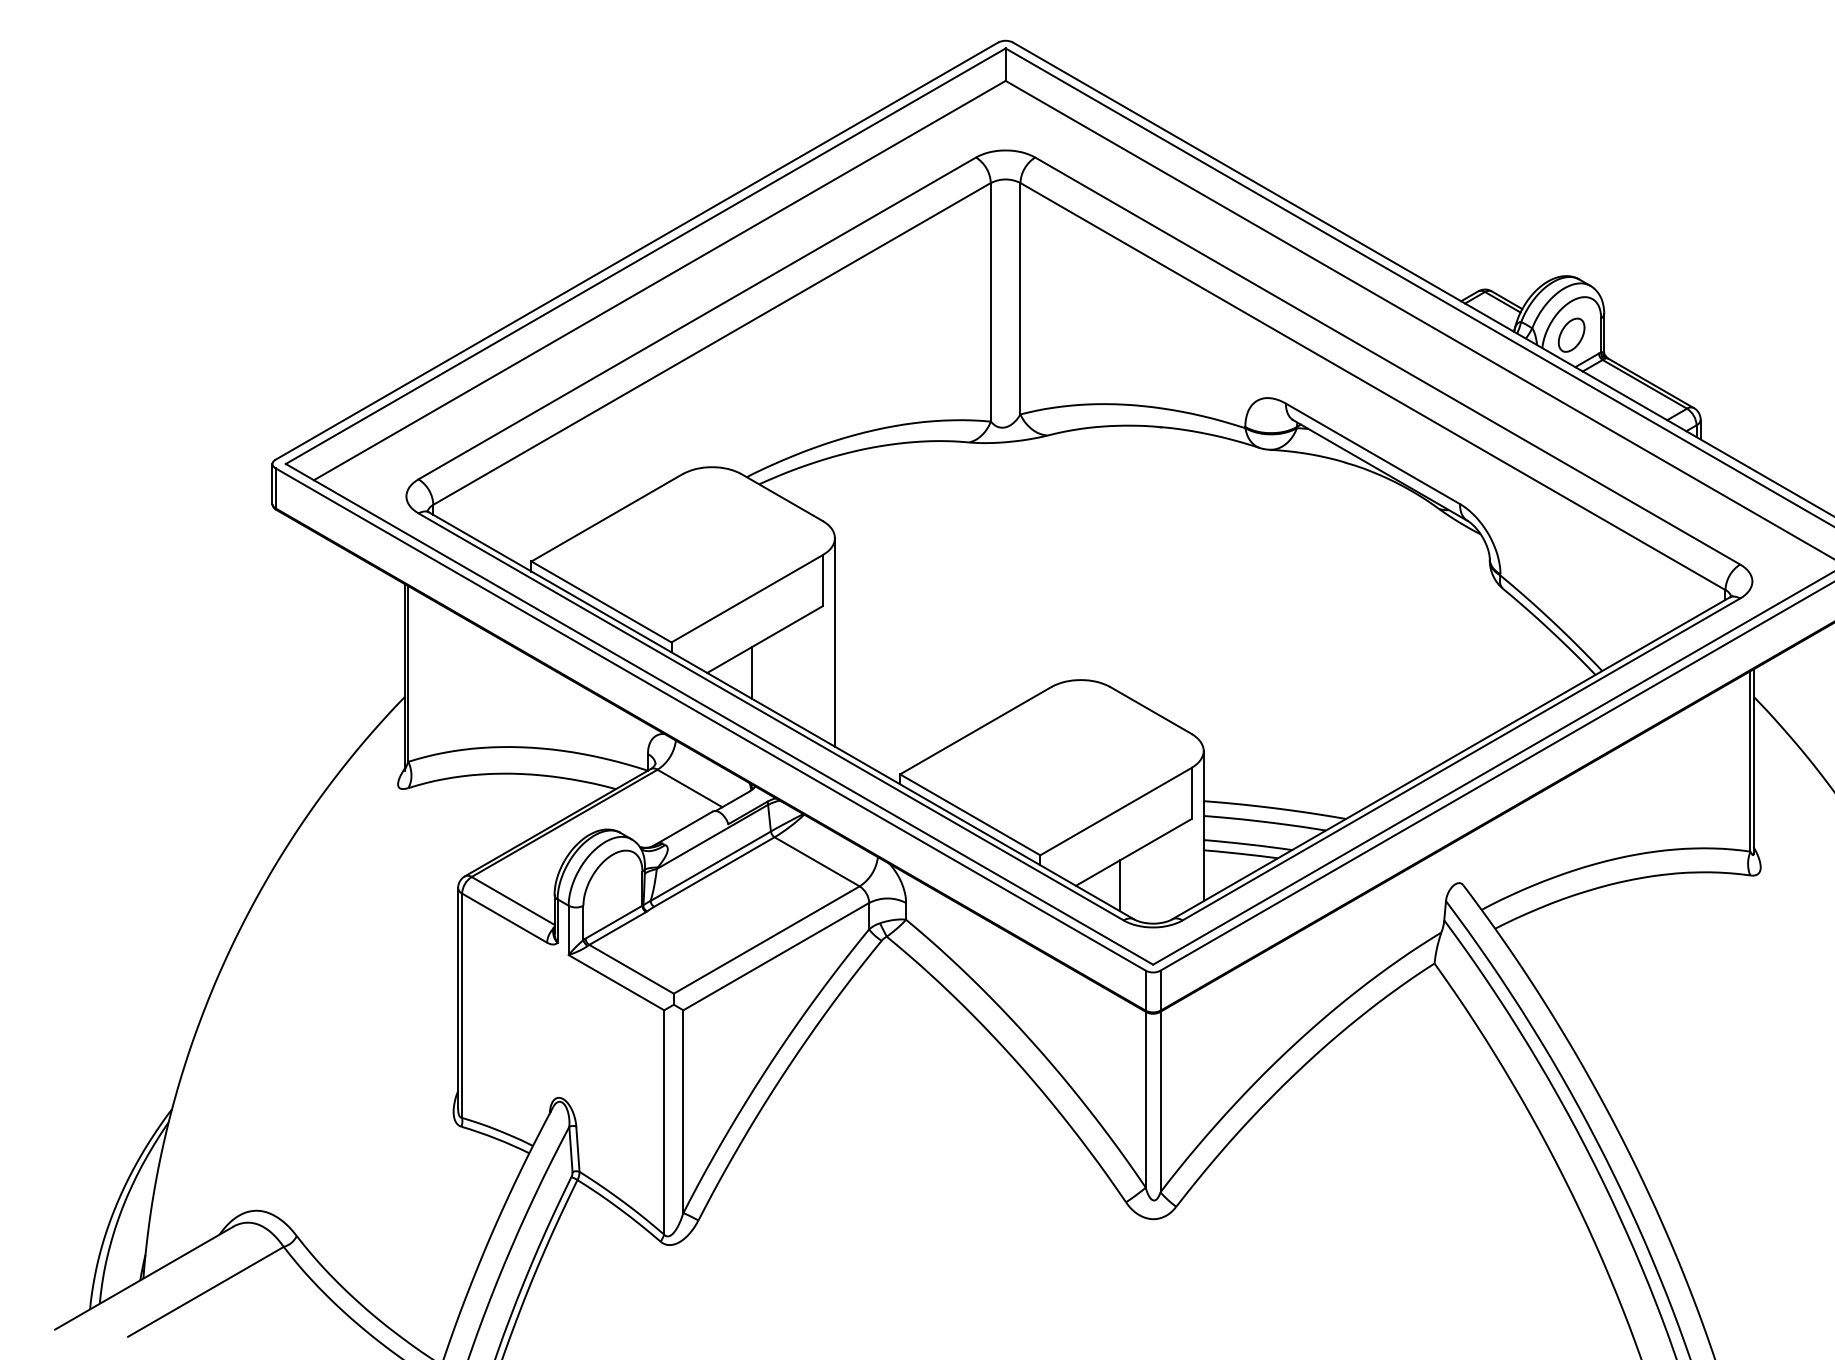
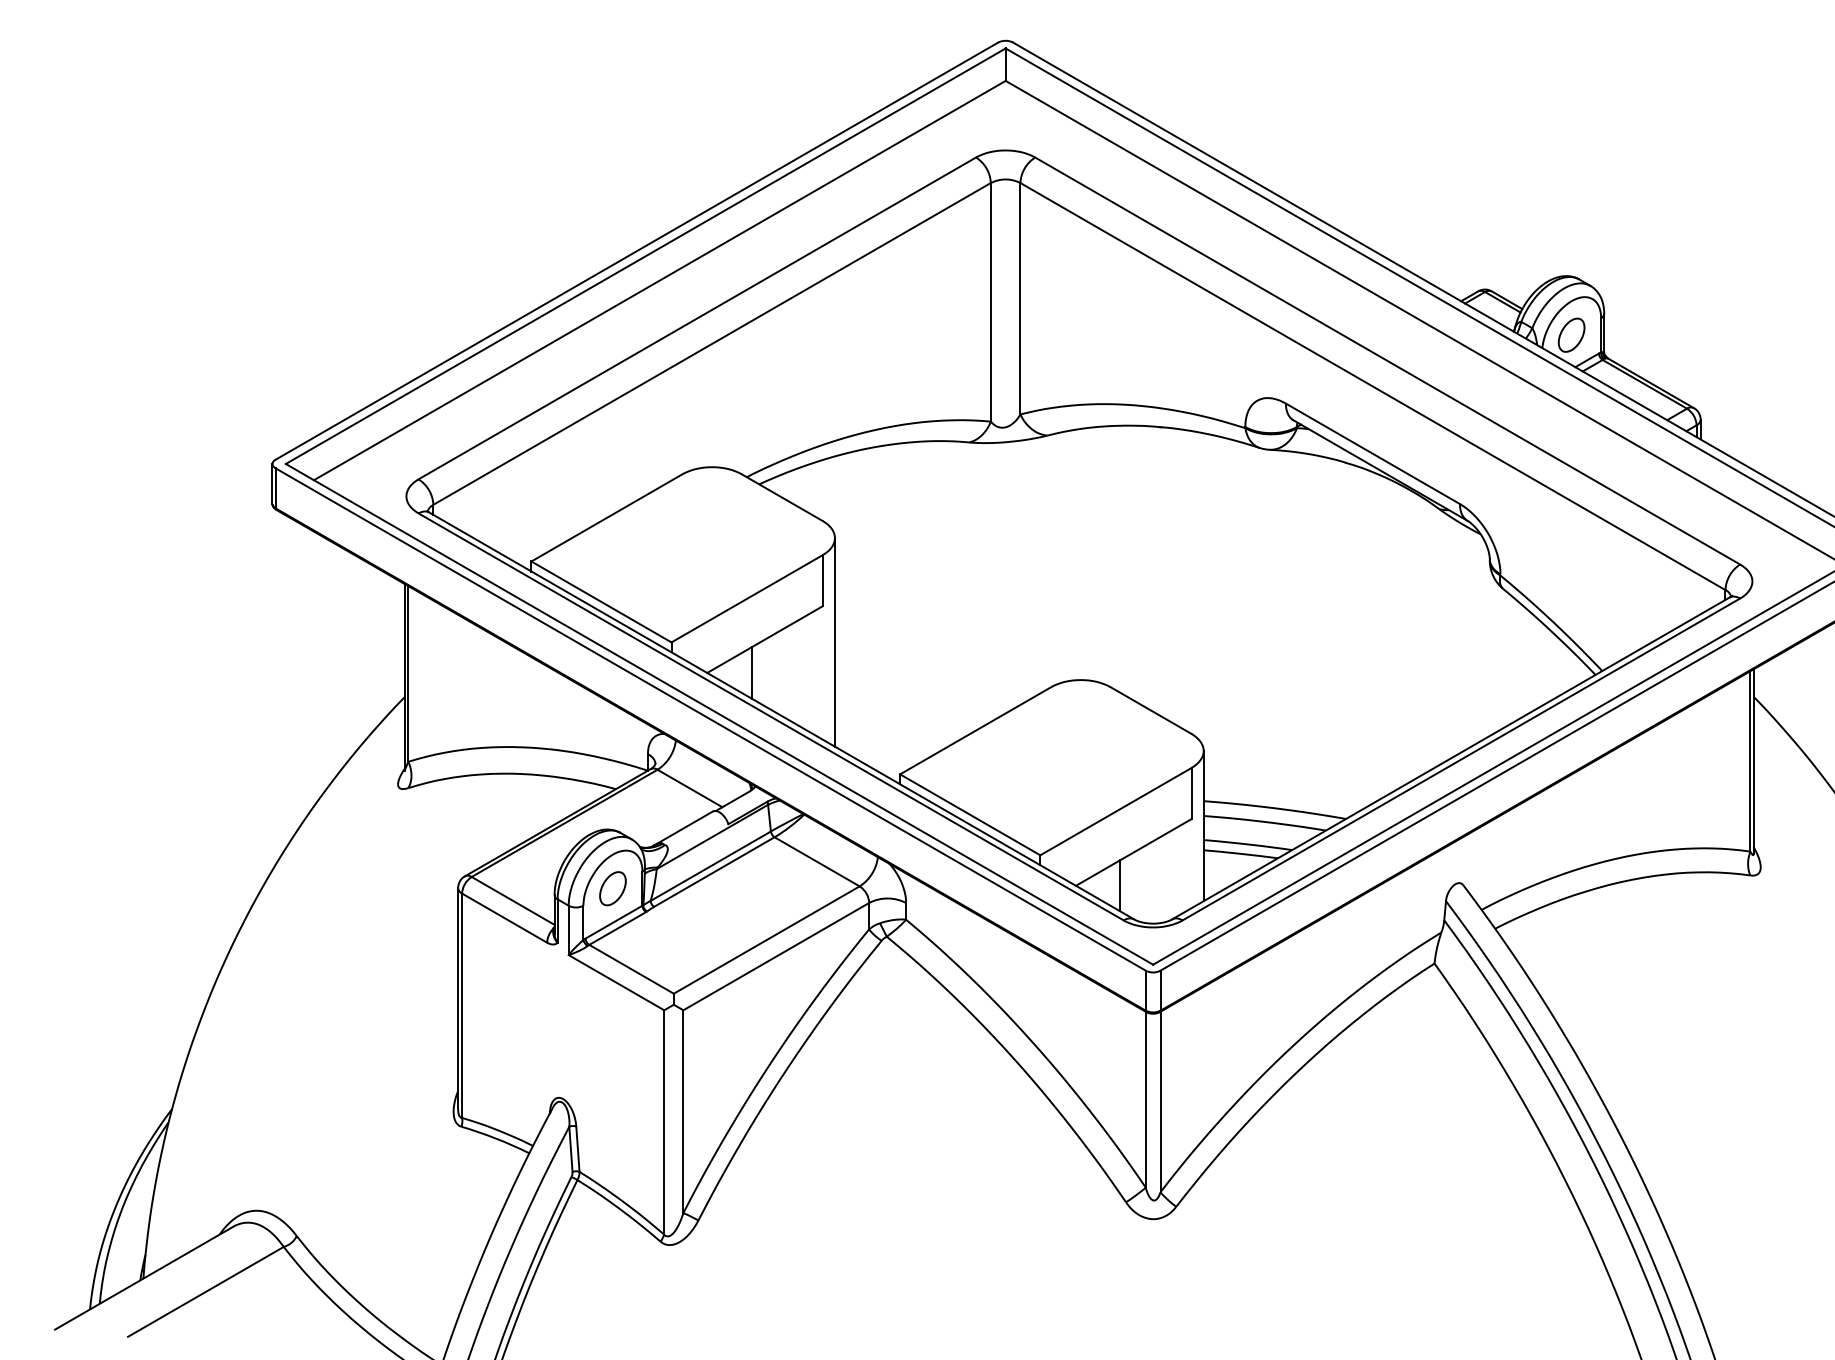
part at (612, 888): none -> present
